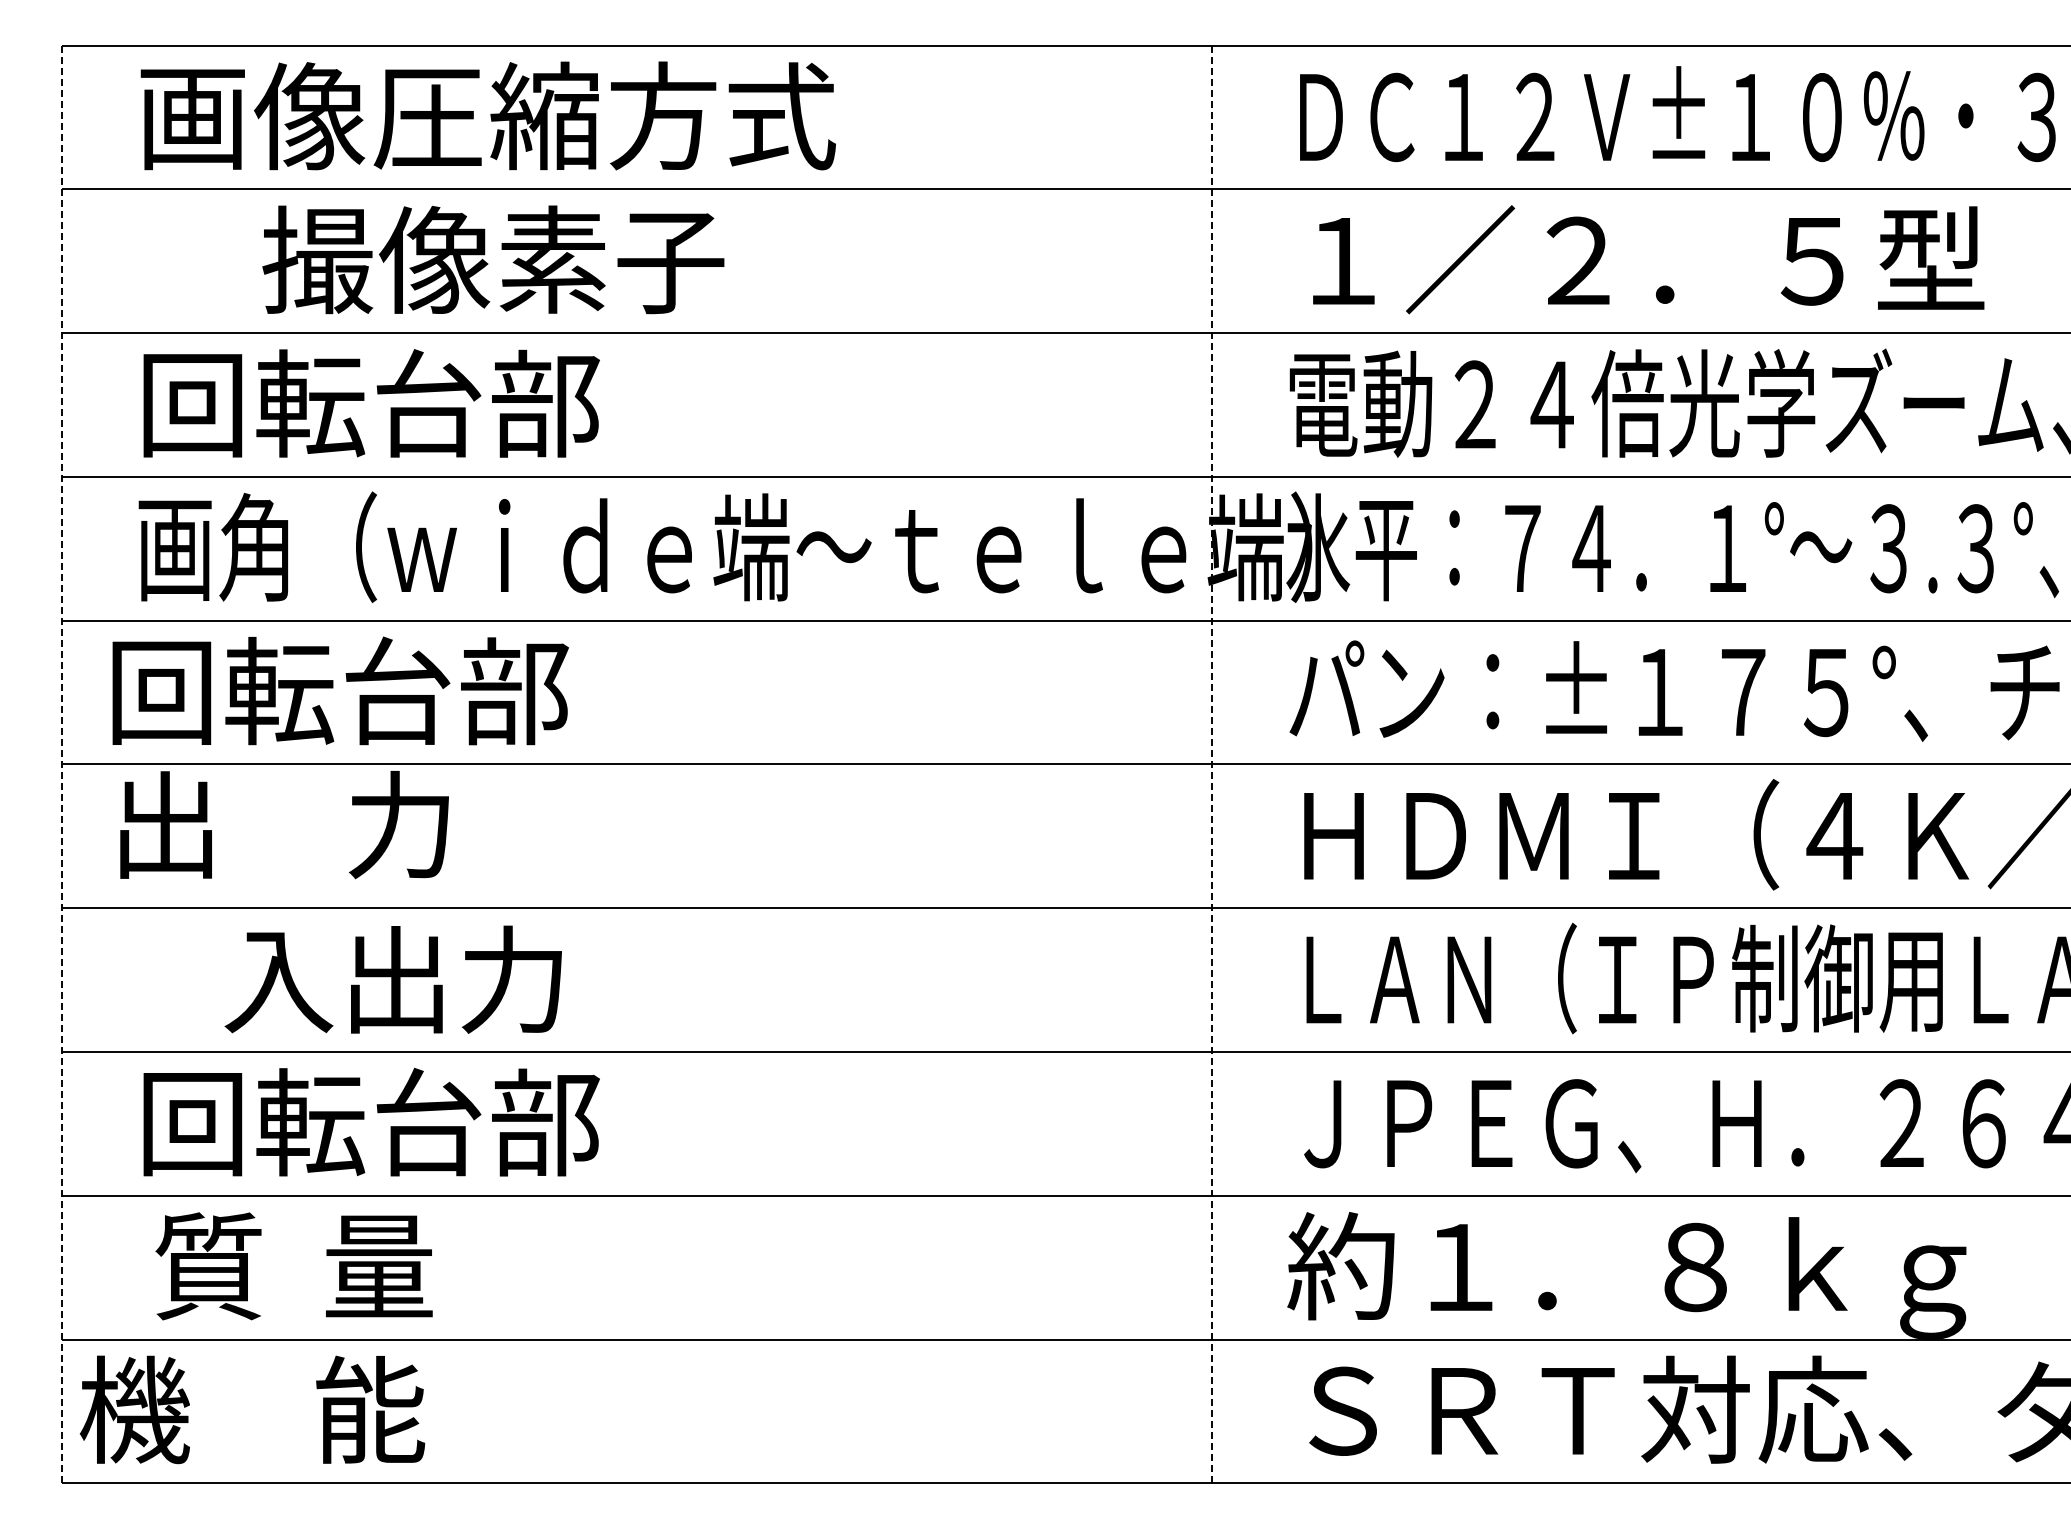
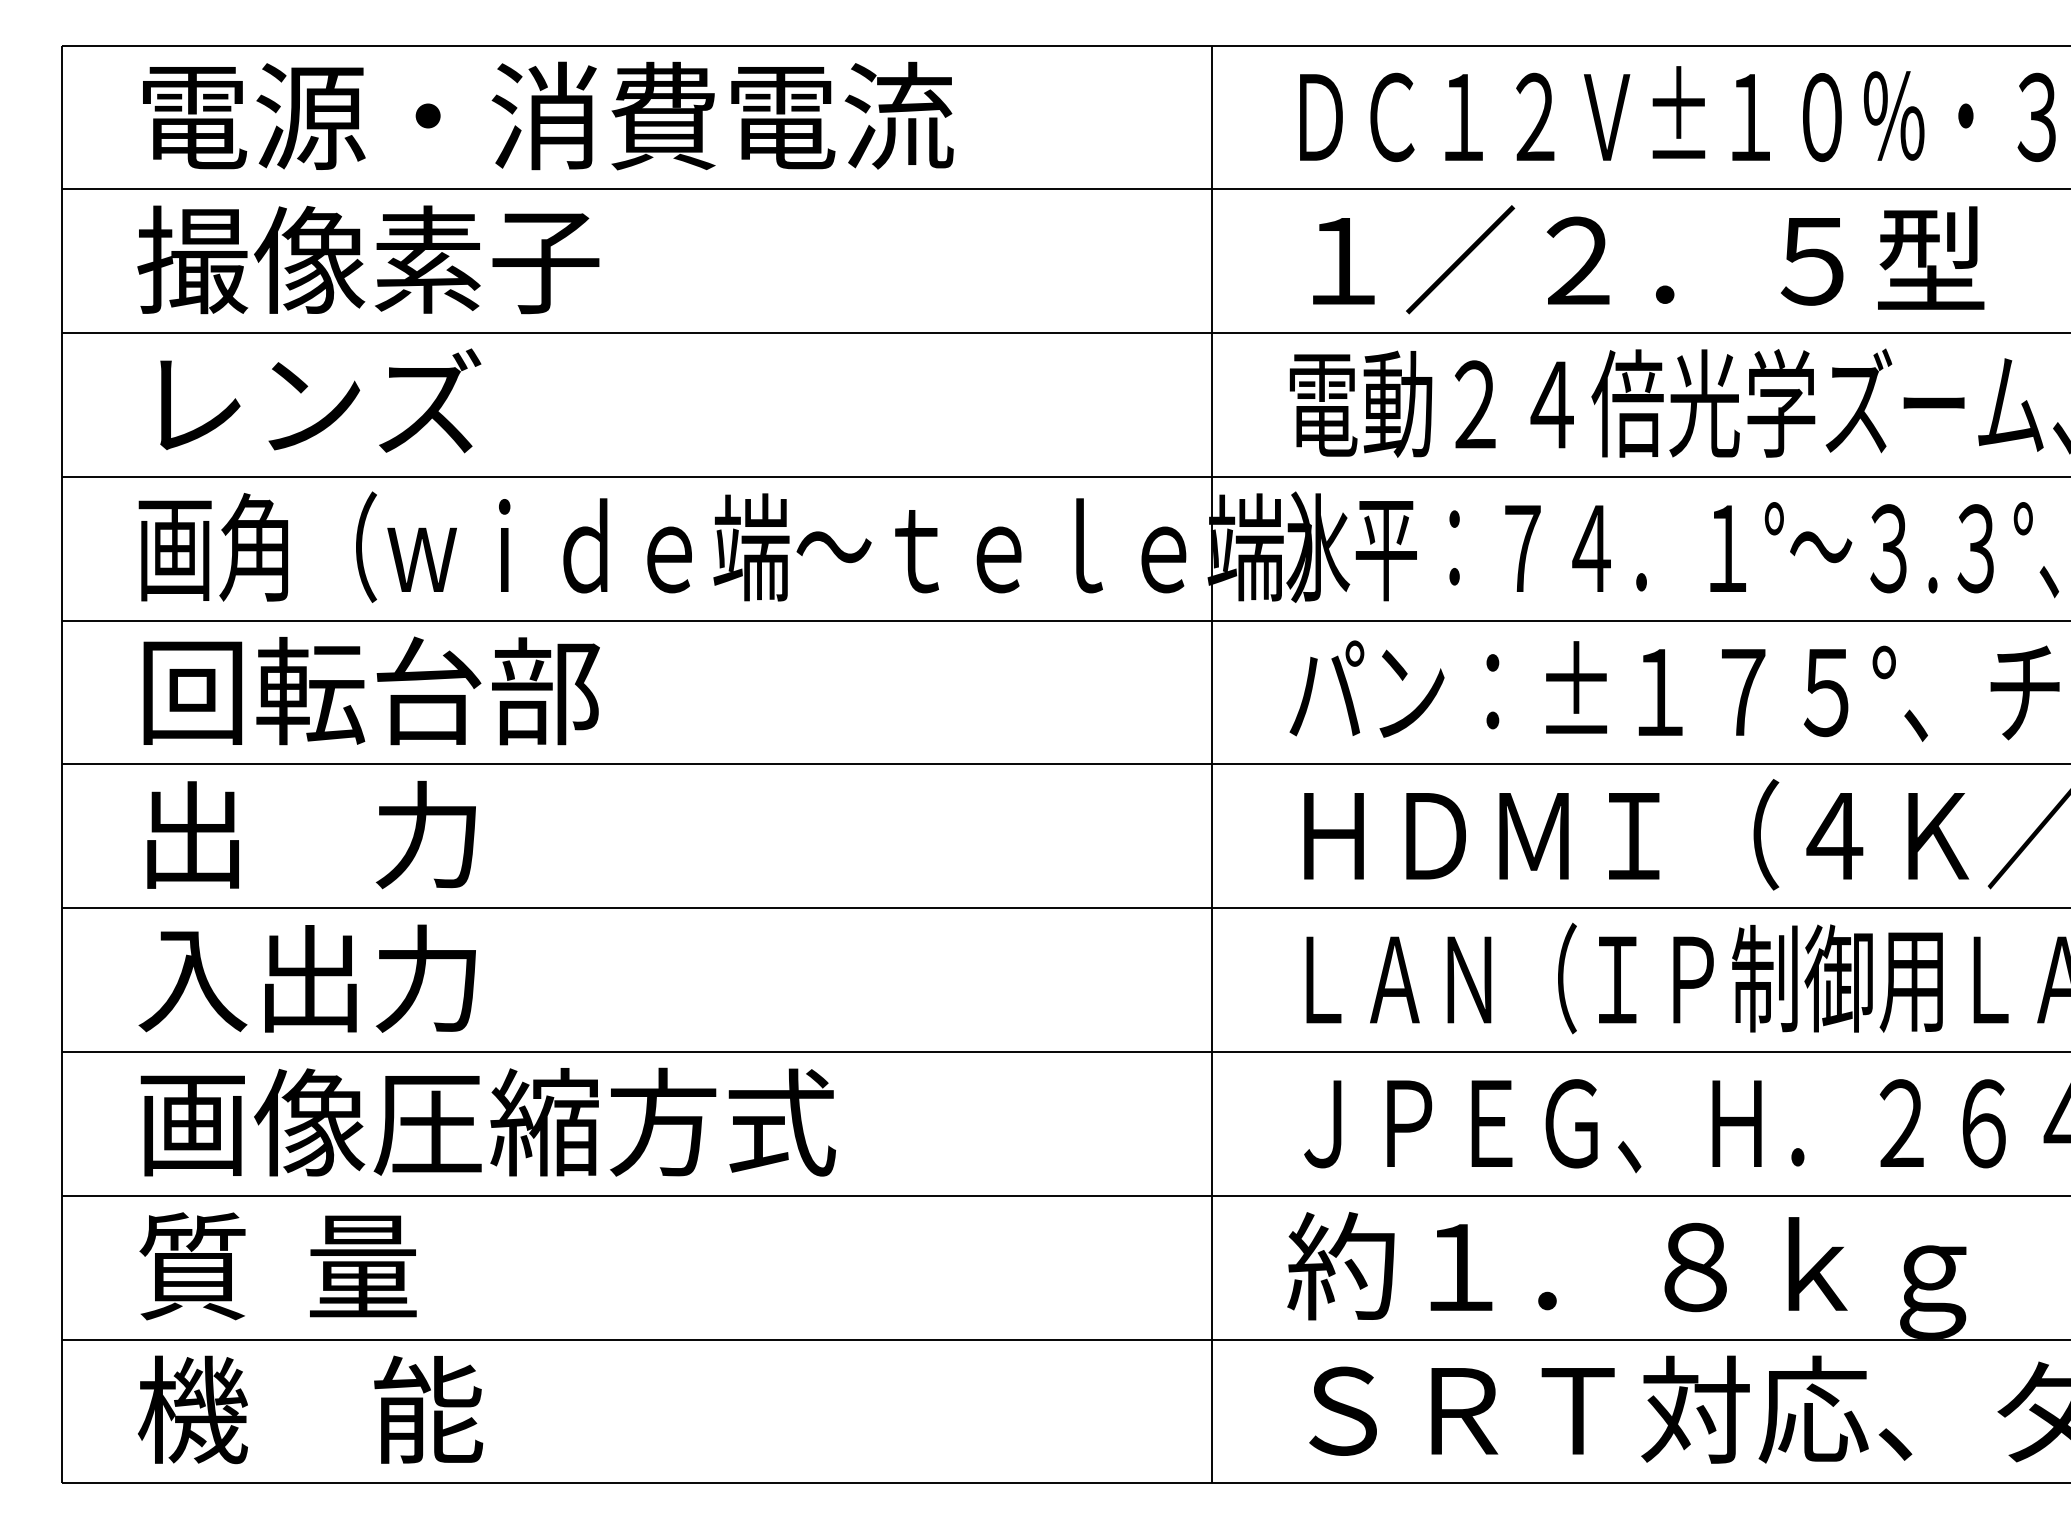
text at (546, 115): 画像圧縮方式 -> 電源・消費電流
text at (493, 259) position: (493, 259) -> (368, 259)
text at (371, 402): 回転台部 -> レンズ
text at (340, 690) position: (340, 690) -> (371, 690)
line at (62, 764): dashed -> solid
line at (1212, 764): dashed -> solid
text at (284, 825) position: (284, 825) -> (311, 835)
text at (392, 979) position: (392, 979) -> (306, 978)
text at (488, 1121): 回転台部 -> 画像圧縮方式
text at (293, 1266) position: (293, 1266) -> (277, 1266)
text at (252, 1409) position: (252, 1409) -> (310, 1409)
